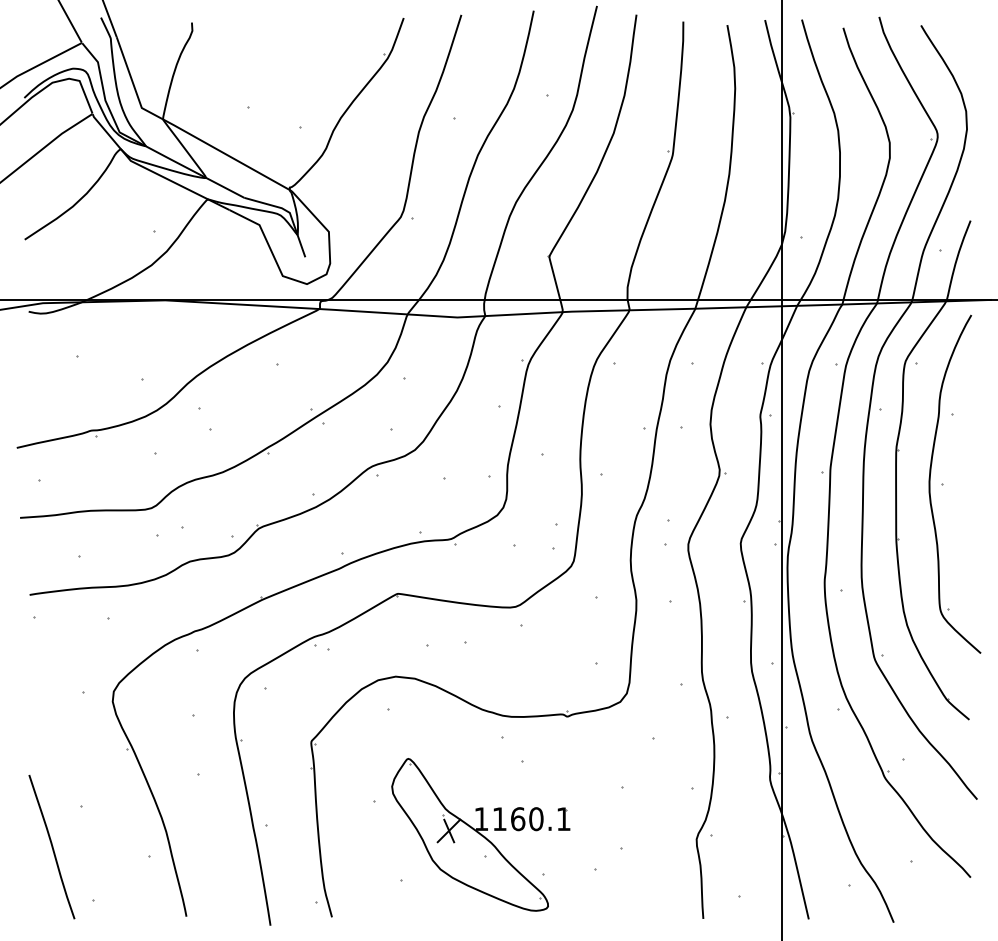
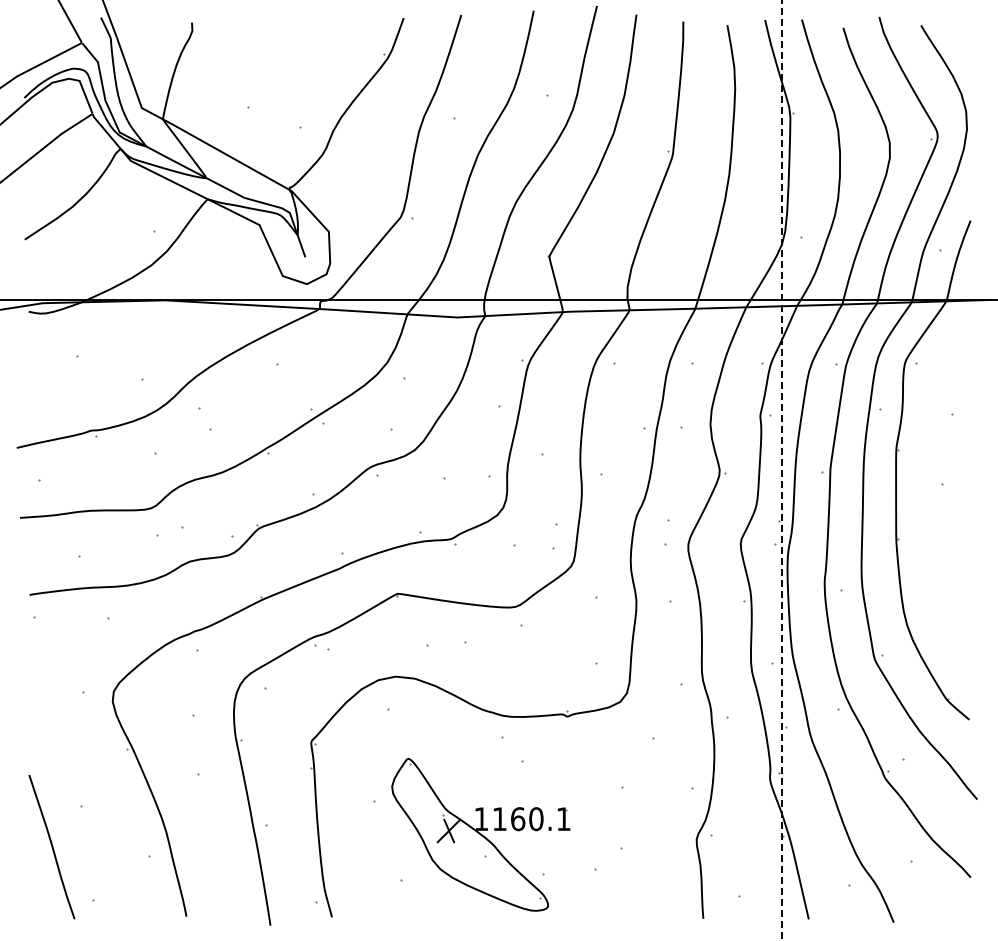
line at (782, 470): solid -> dashed
part at (930, 483): present -> none
